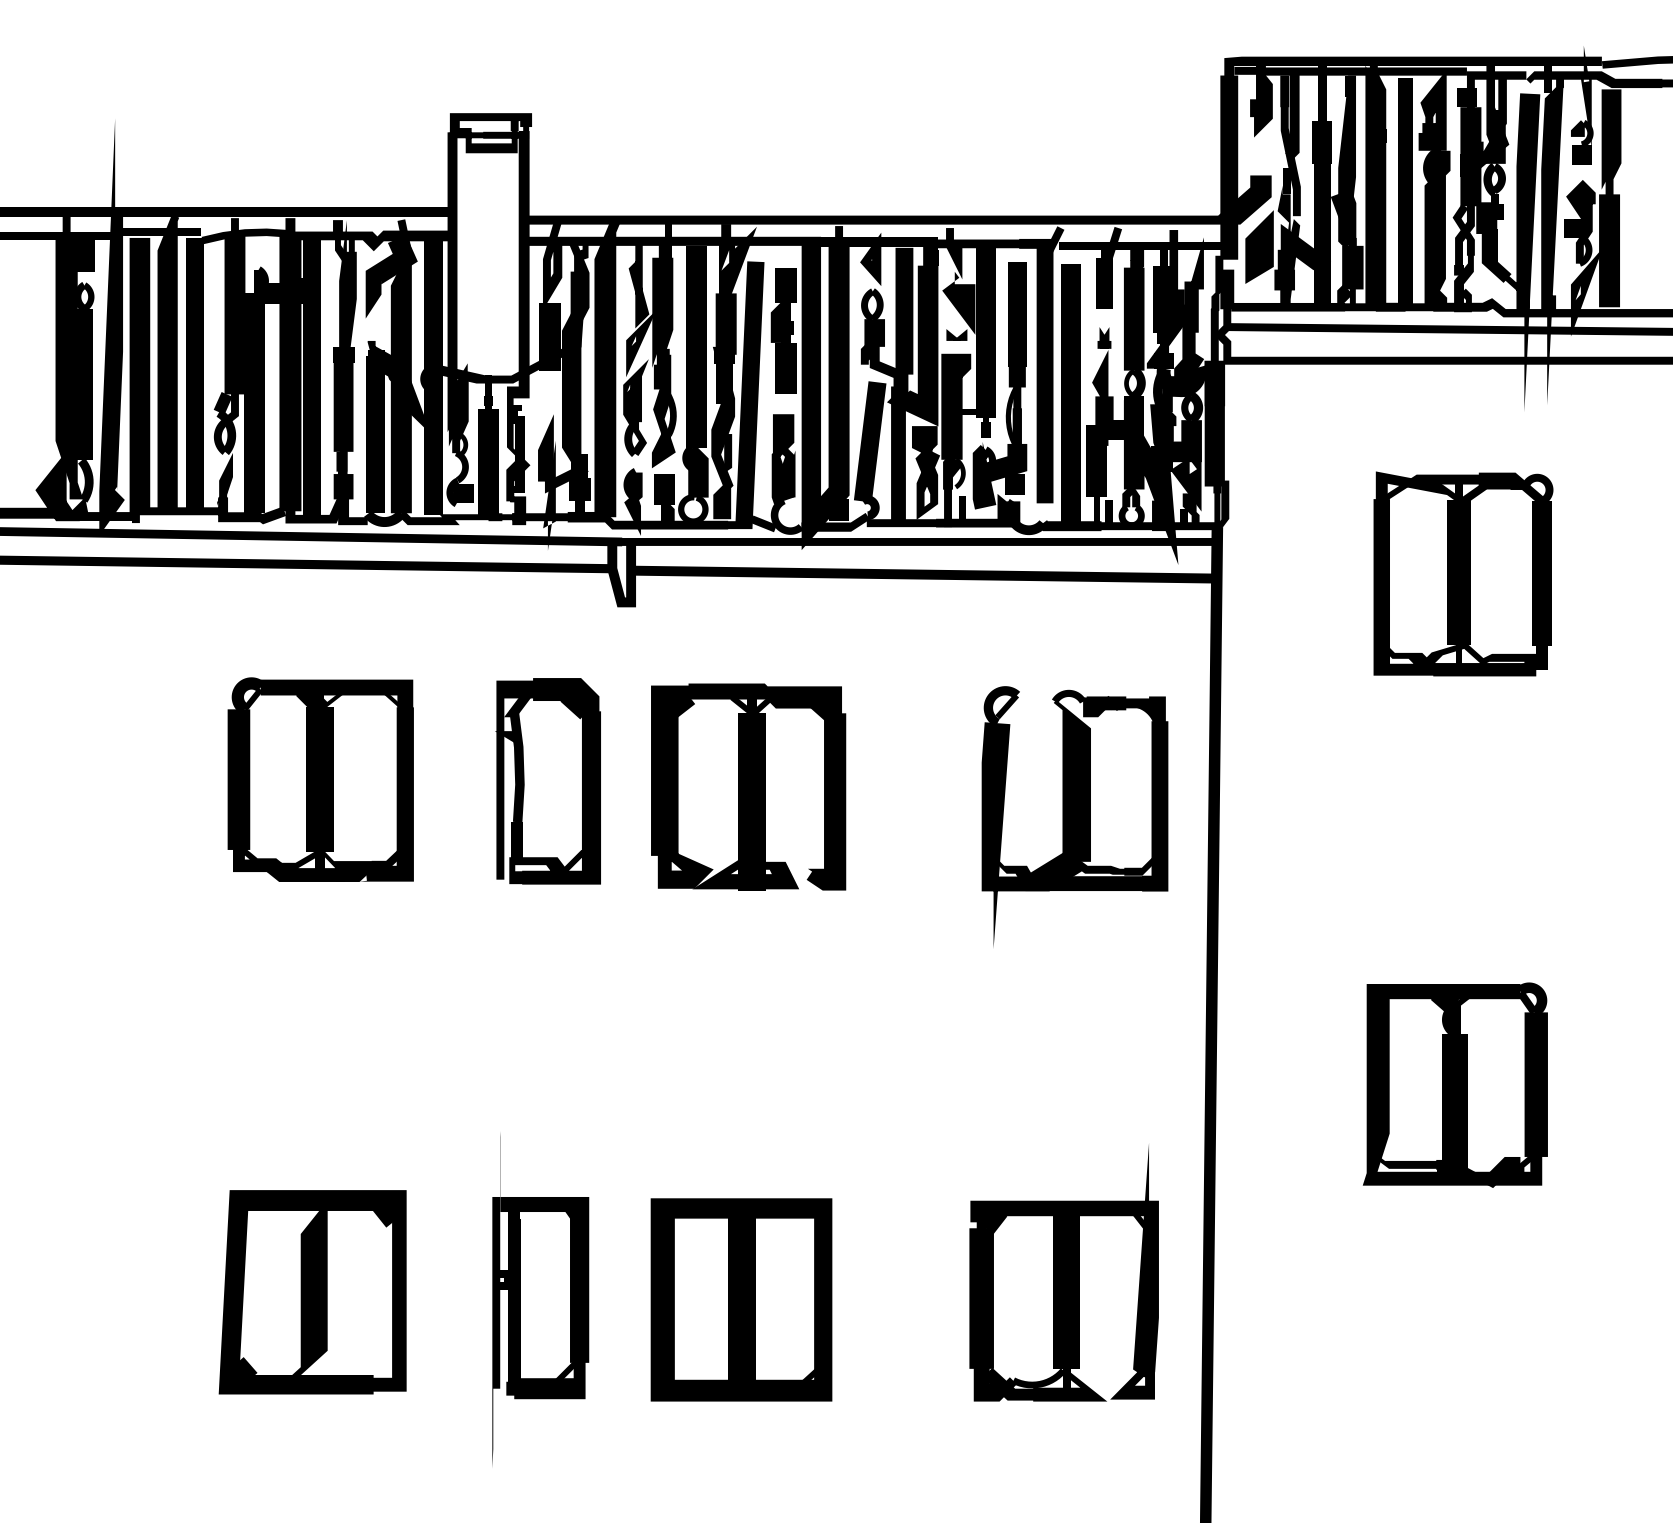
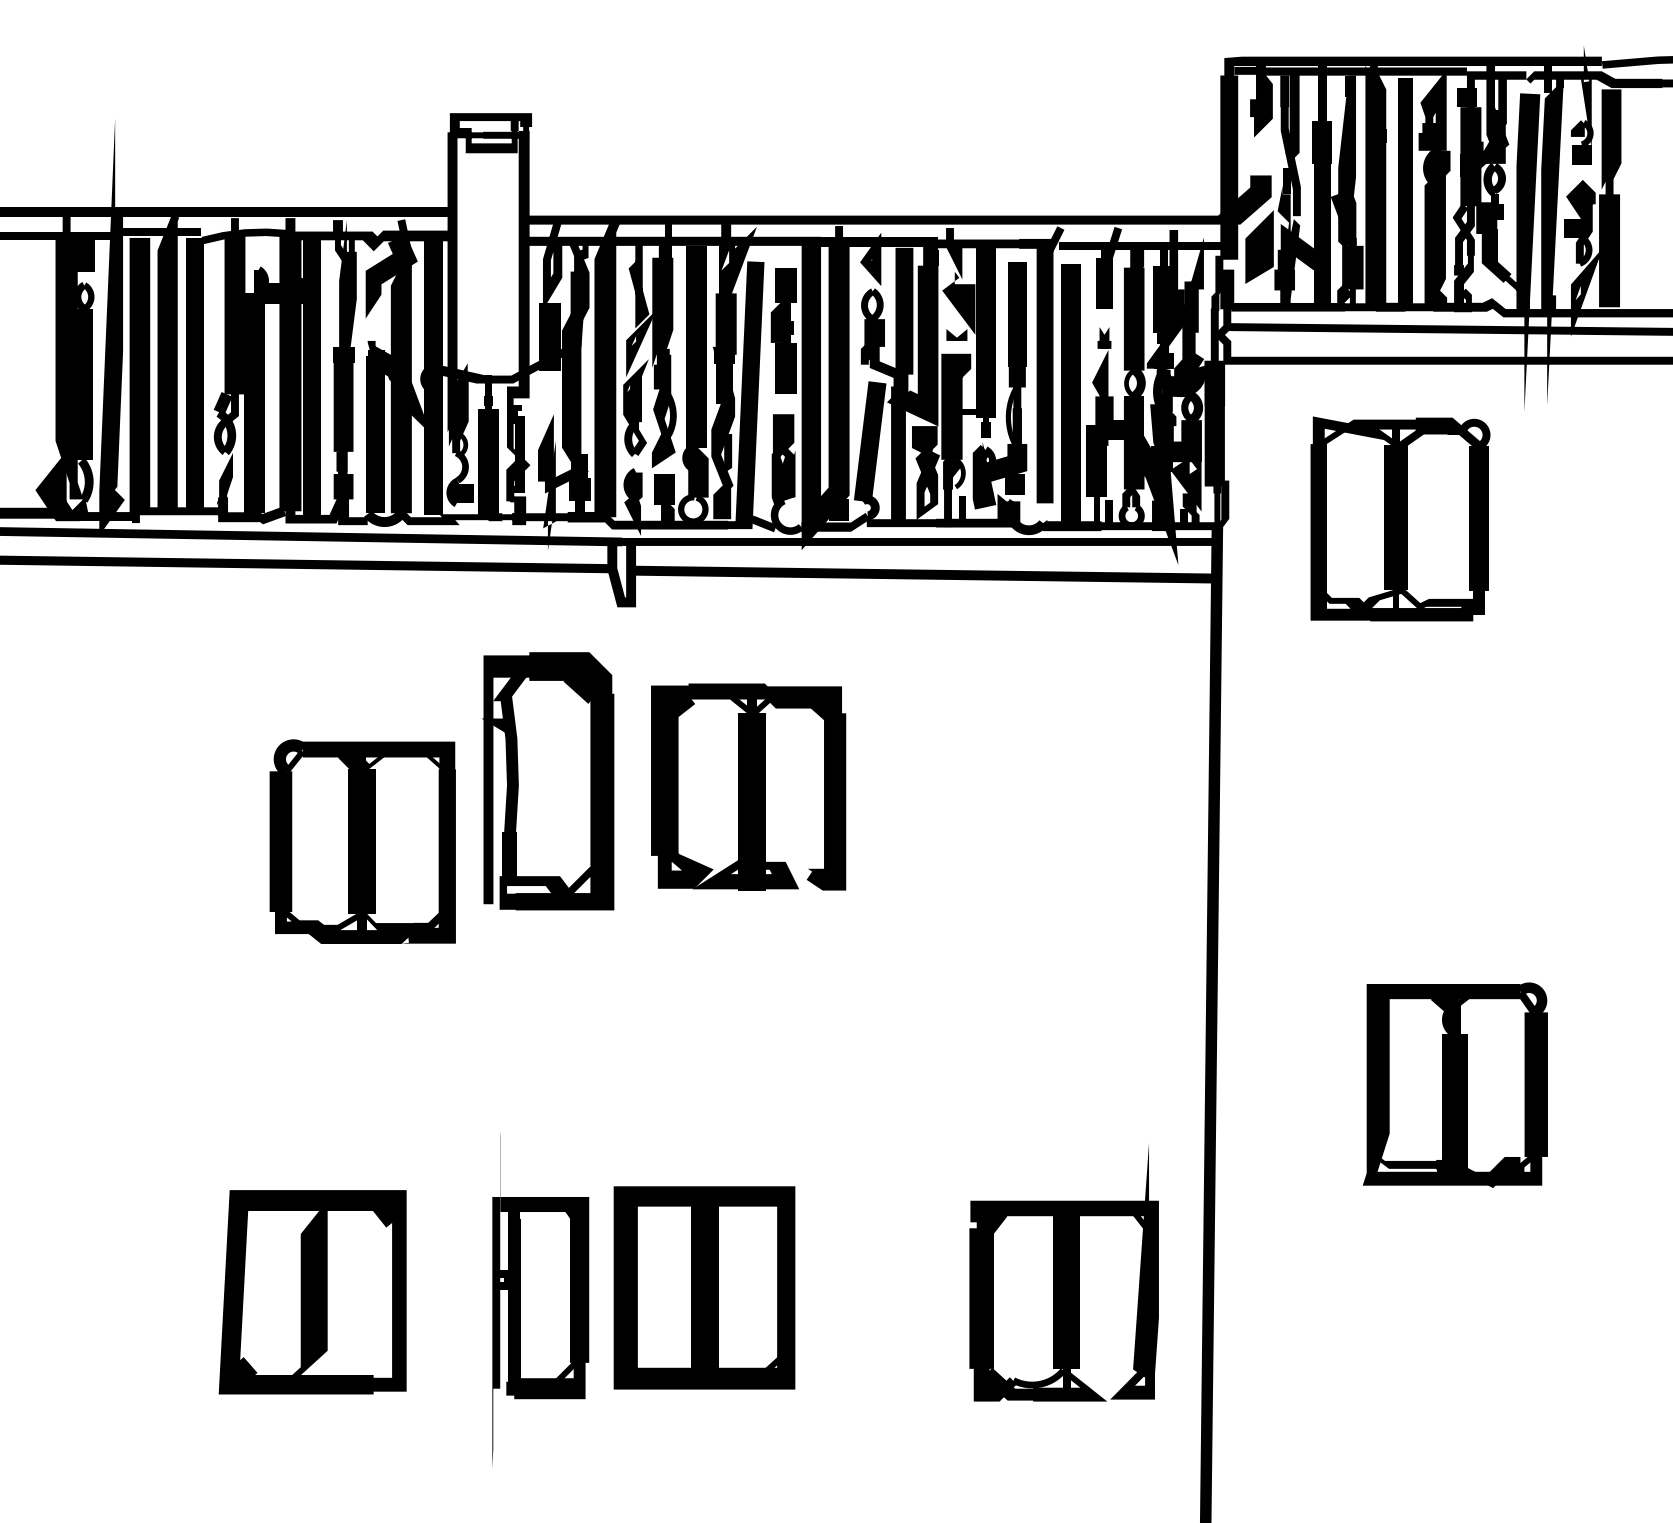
part at (1463, 573) position: (1463, 573) -> (1400, 518)
part at (320, 779) position: (320, 779) -> (362, 841)
part at (547, 781) size: 106x207 px -> 133x259 px
part at (1074, 816): present -> none
part at (741, 1299) position: (741, 1299) -> (704, 1287)
